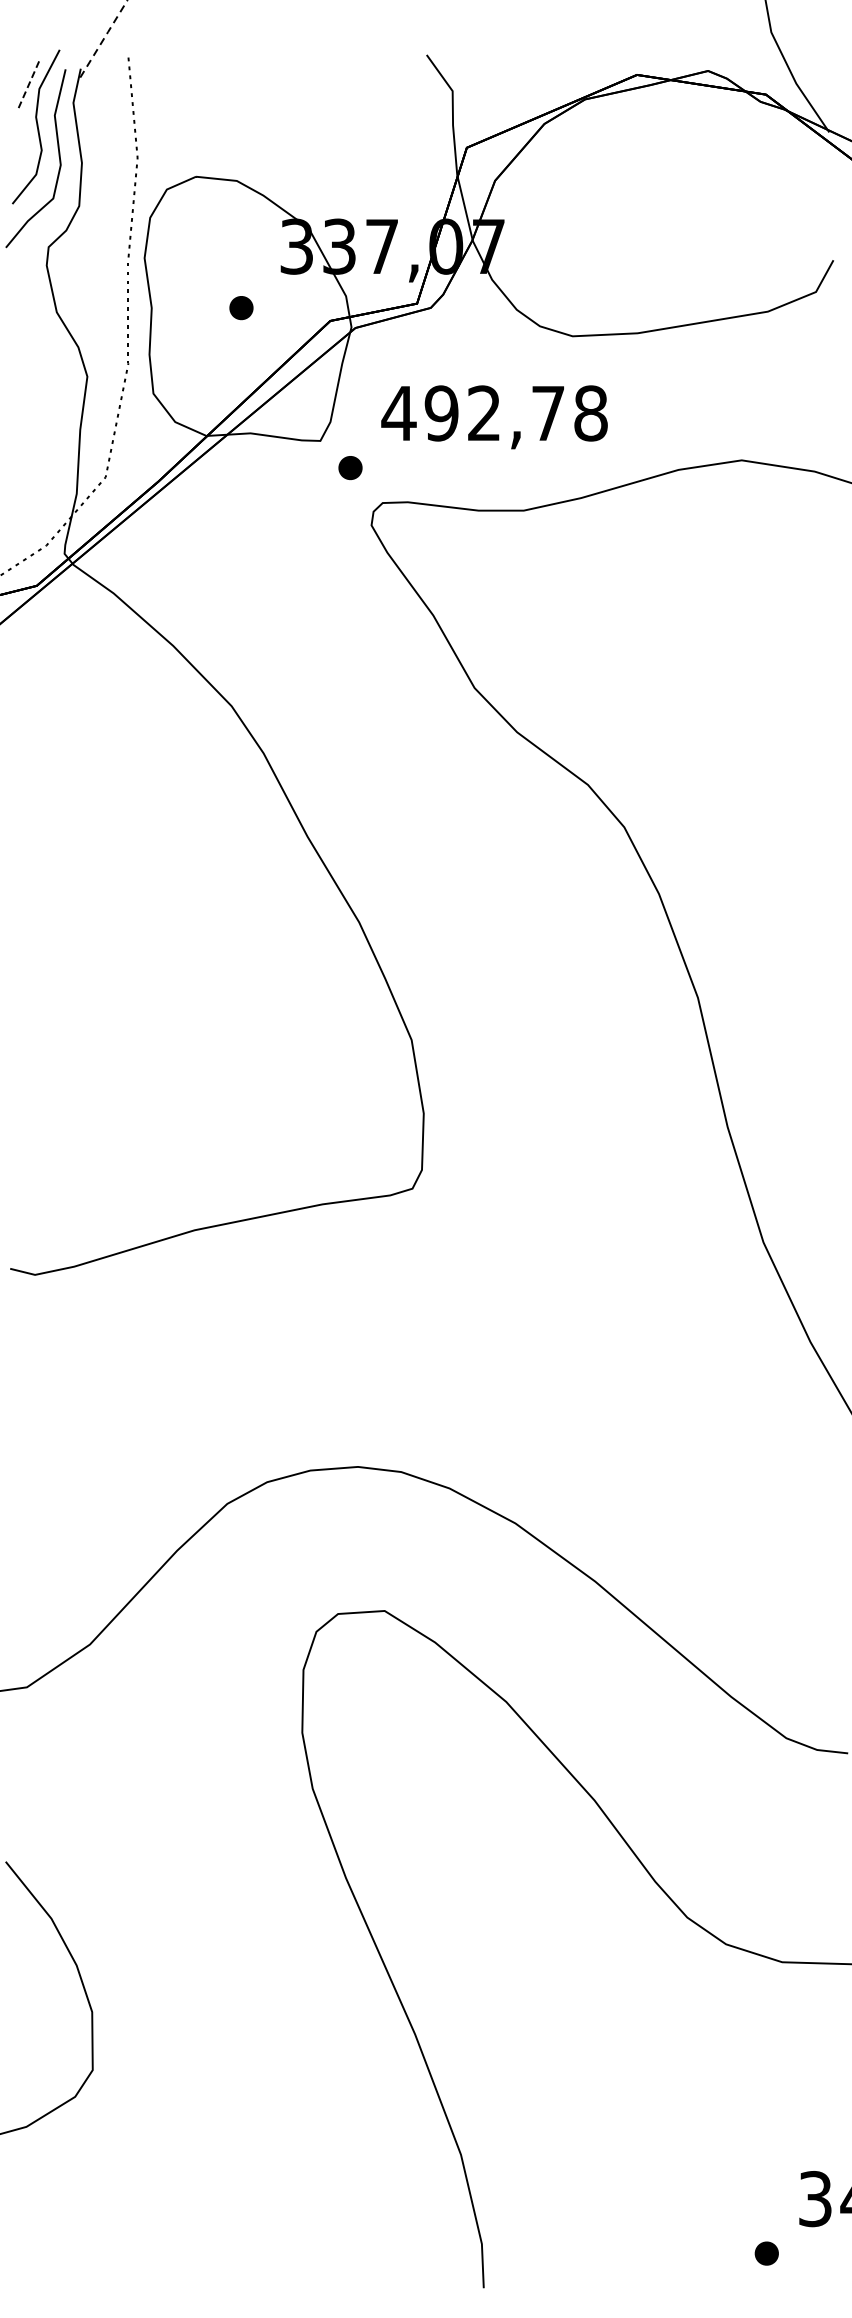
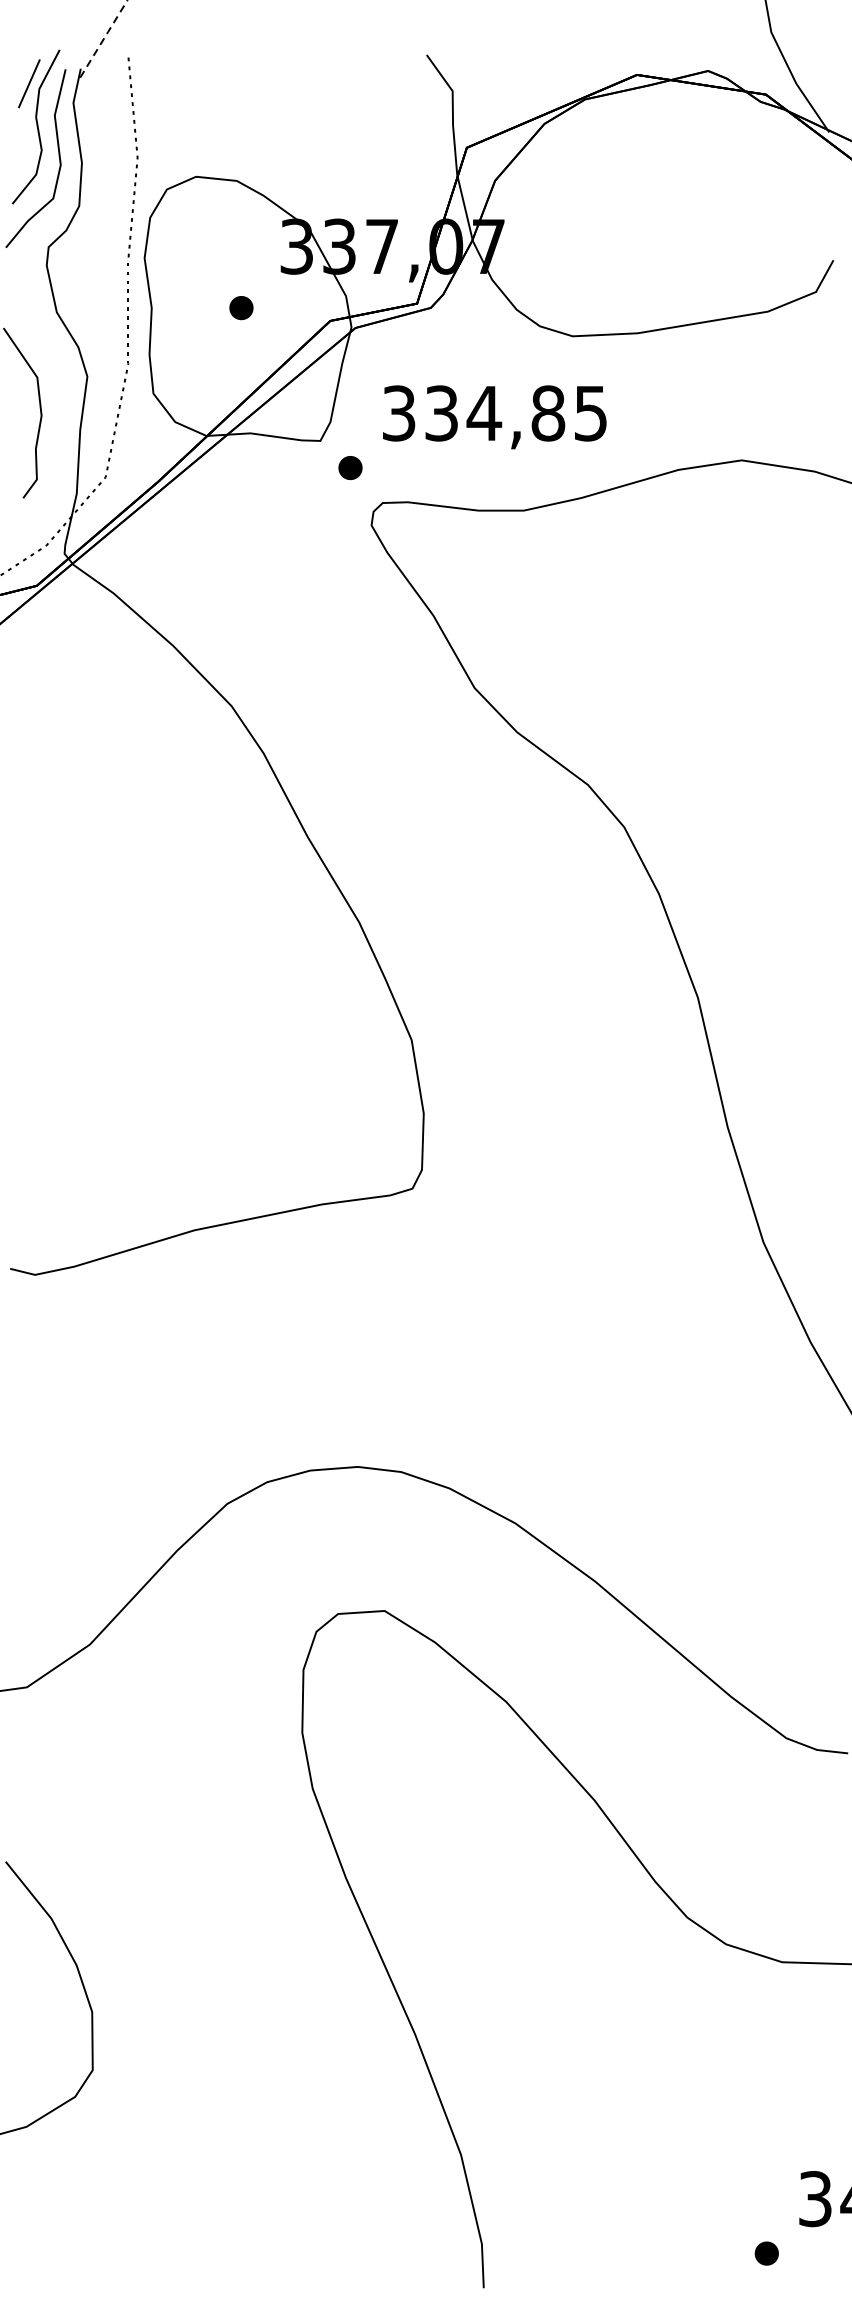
line at (29, 83): dashed -> solid
curve at (39, 408): none -> present
text at (494, 413): 492,78 -> 334,85
